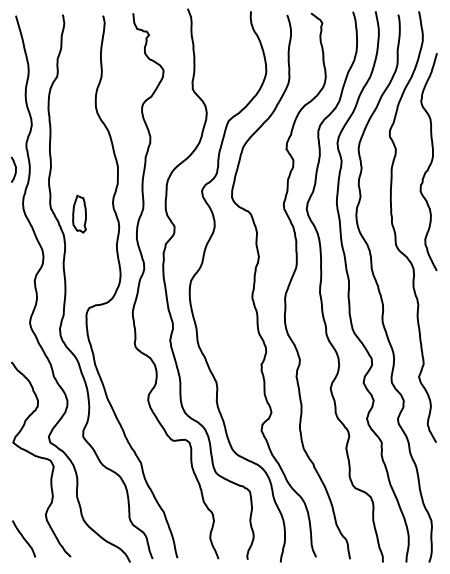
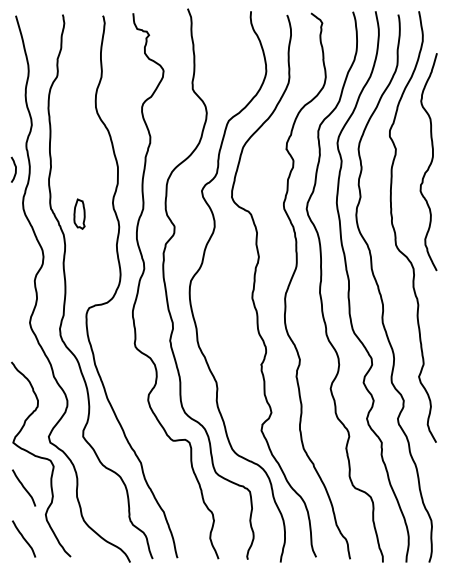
part at (79, 213) size: 15x40 px -> 13x32 px
curve at (24, 487): none -> present
